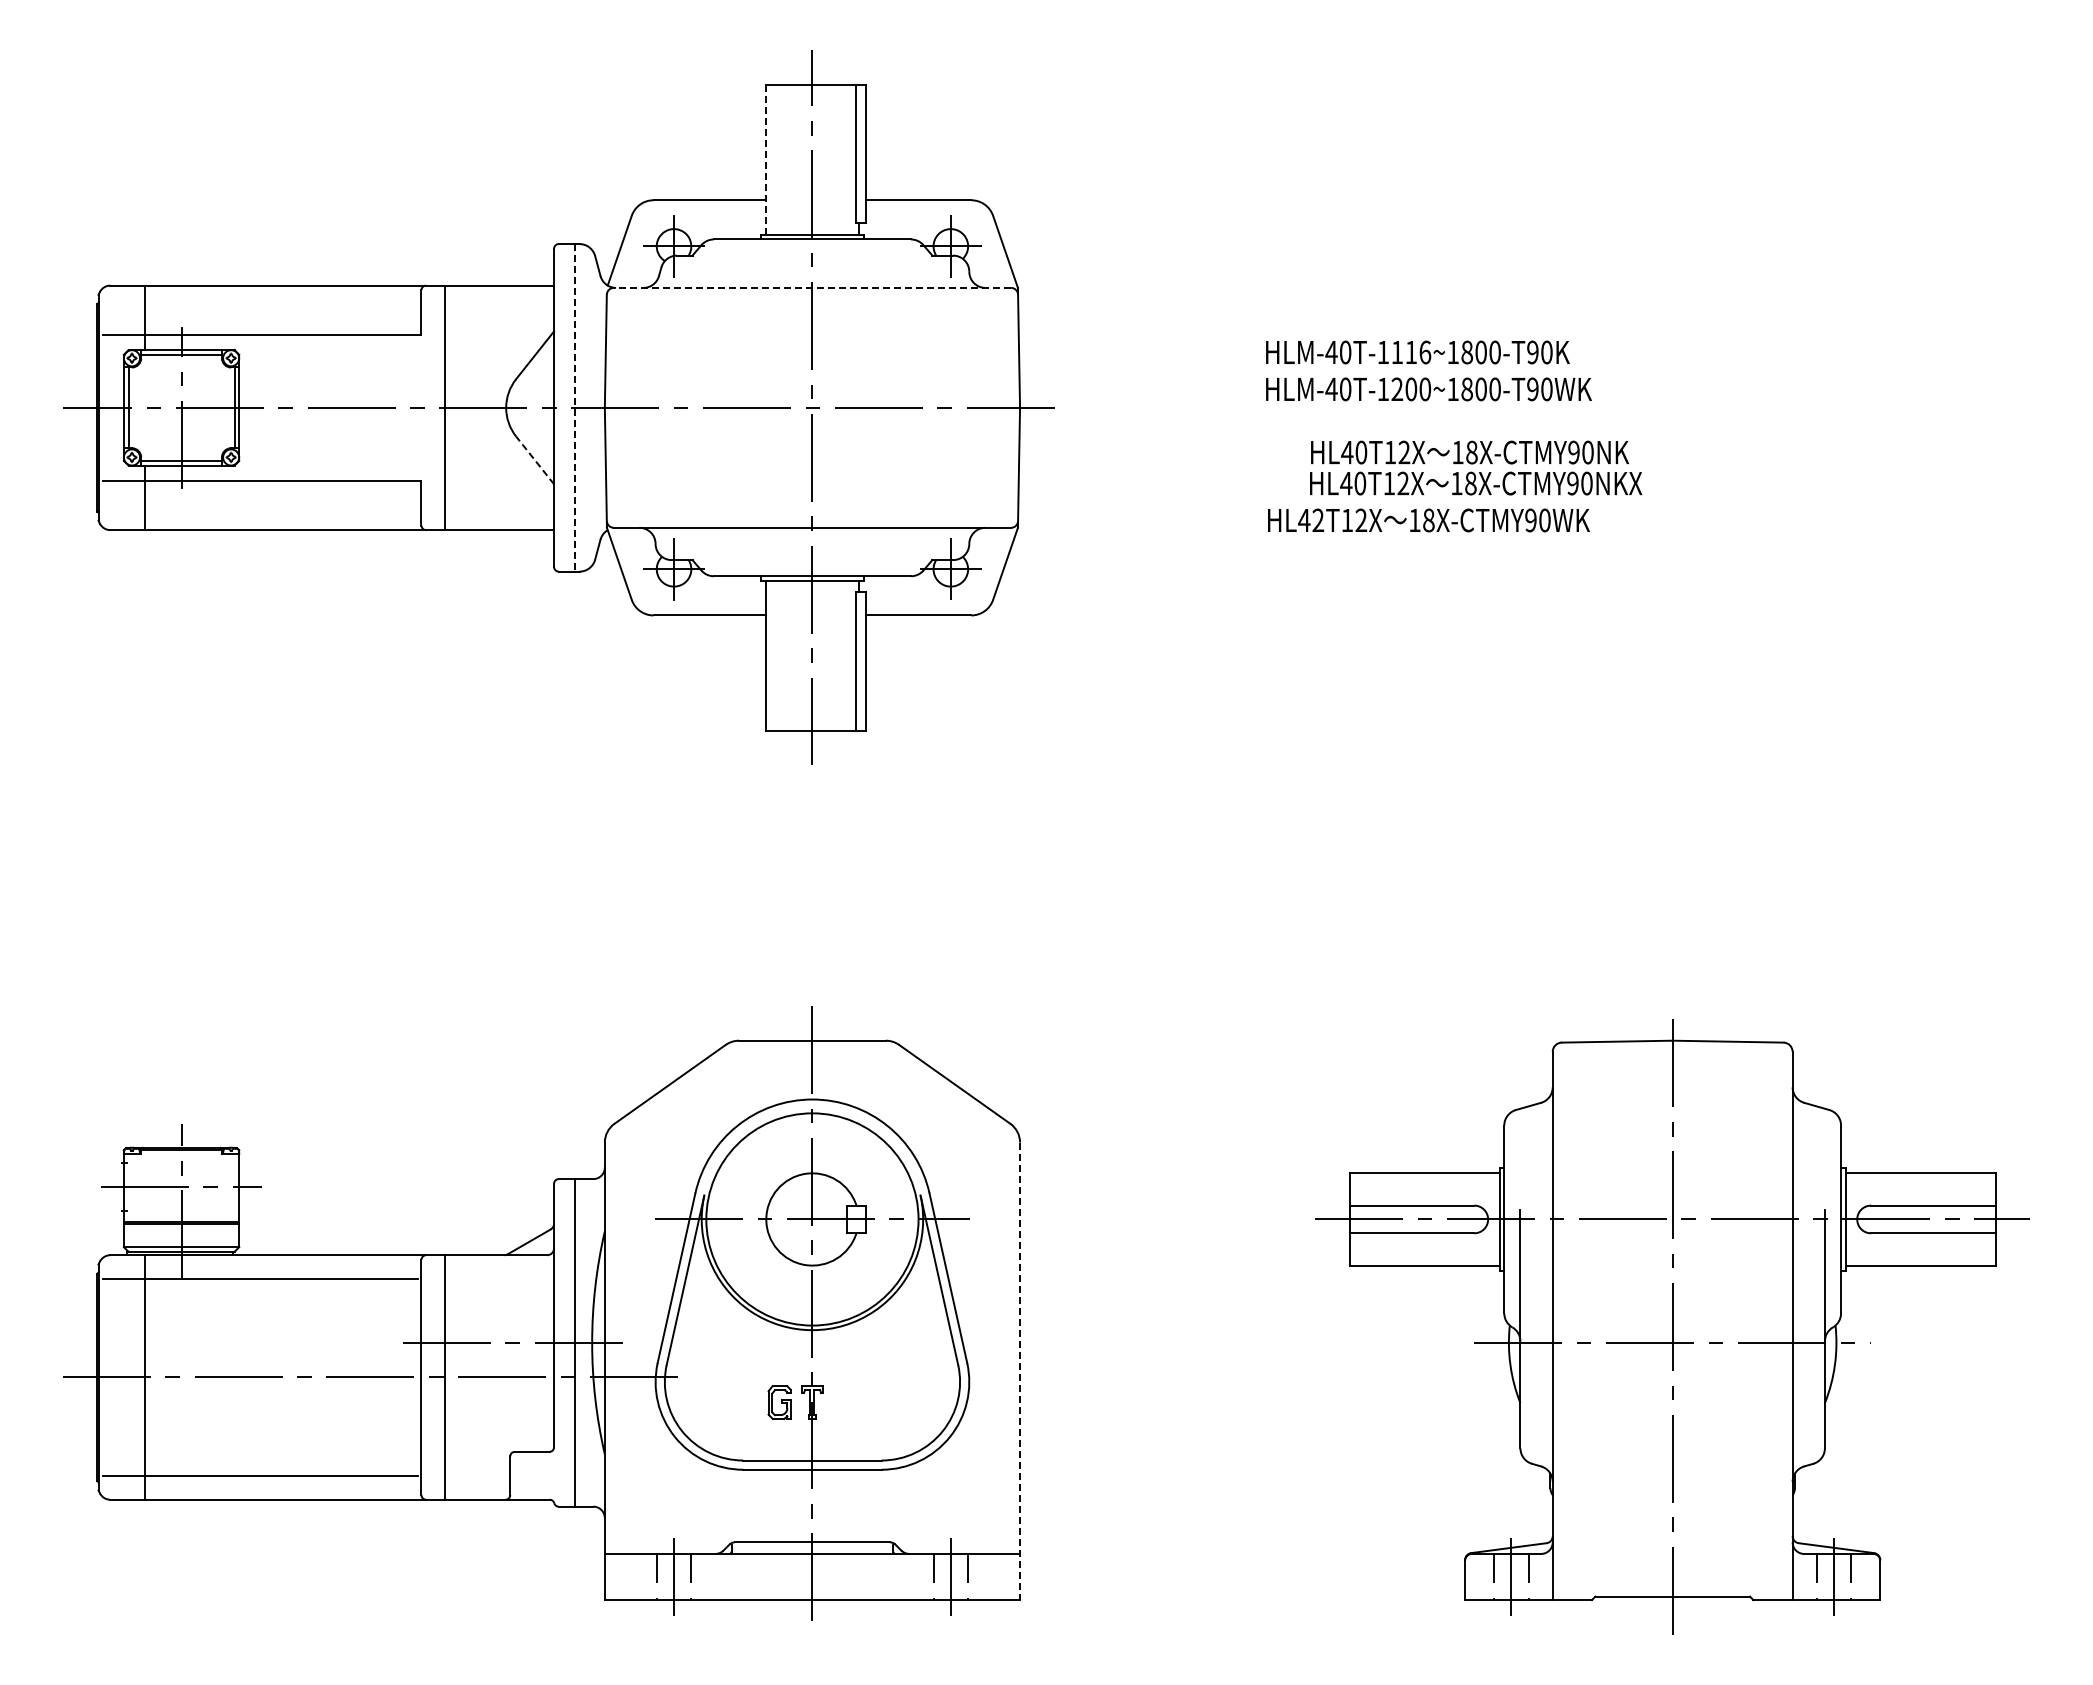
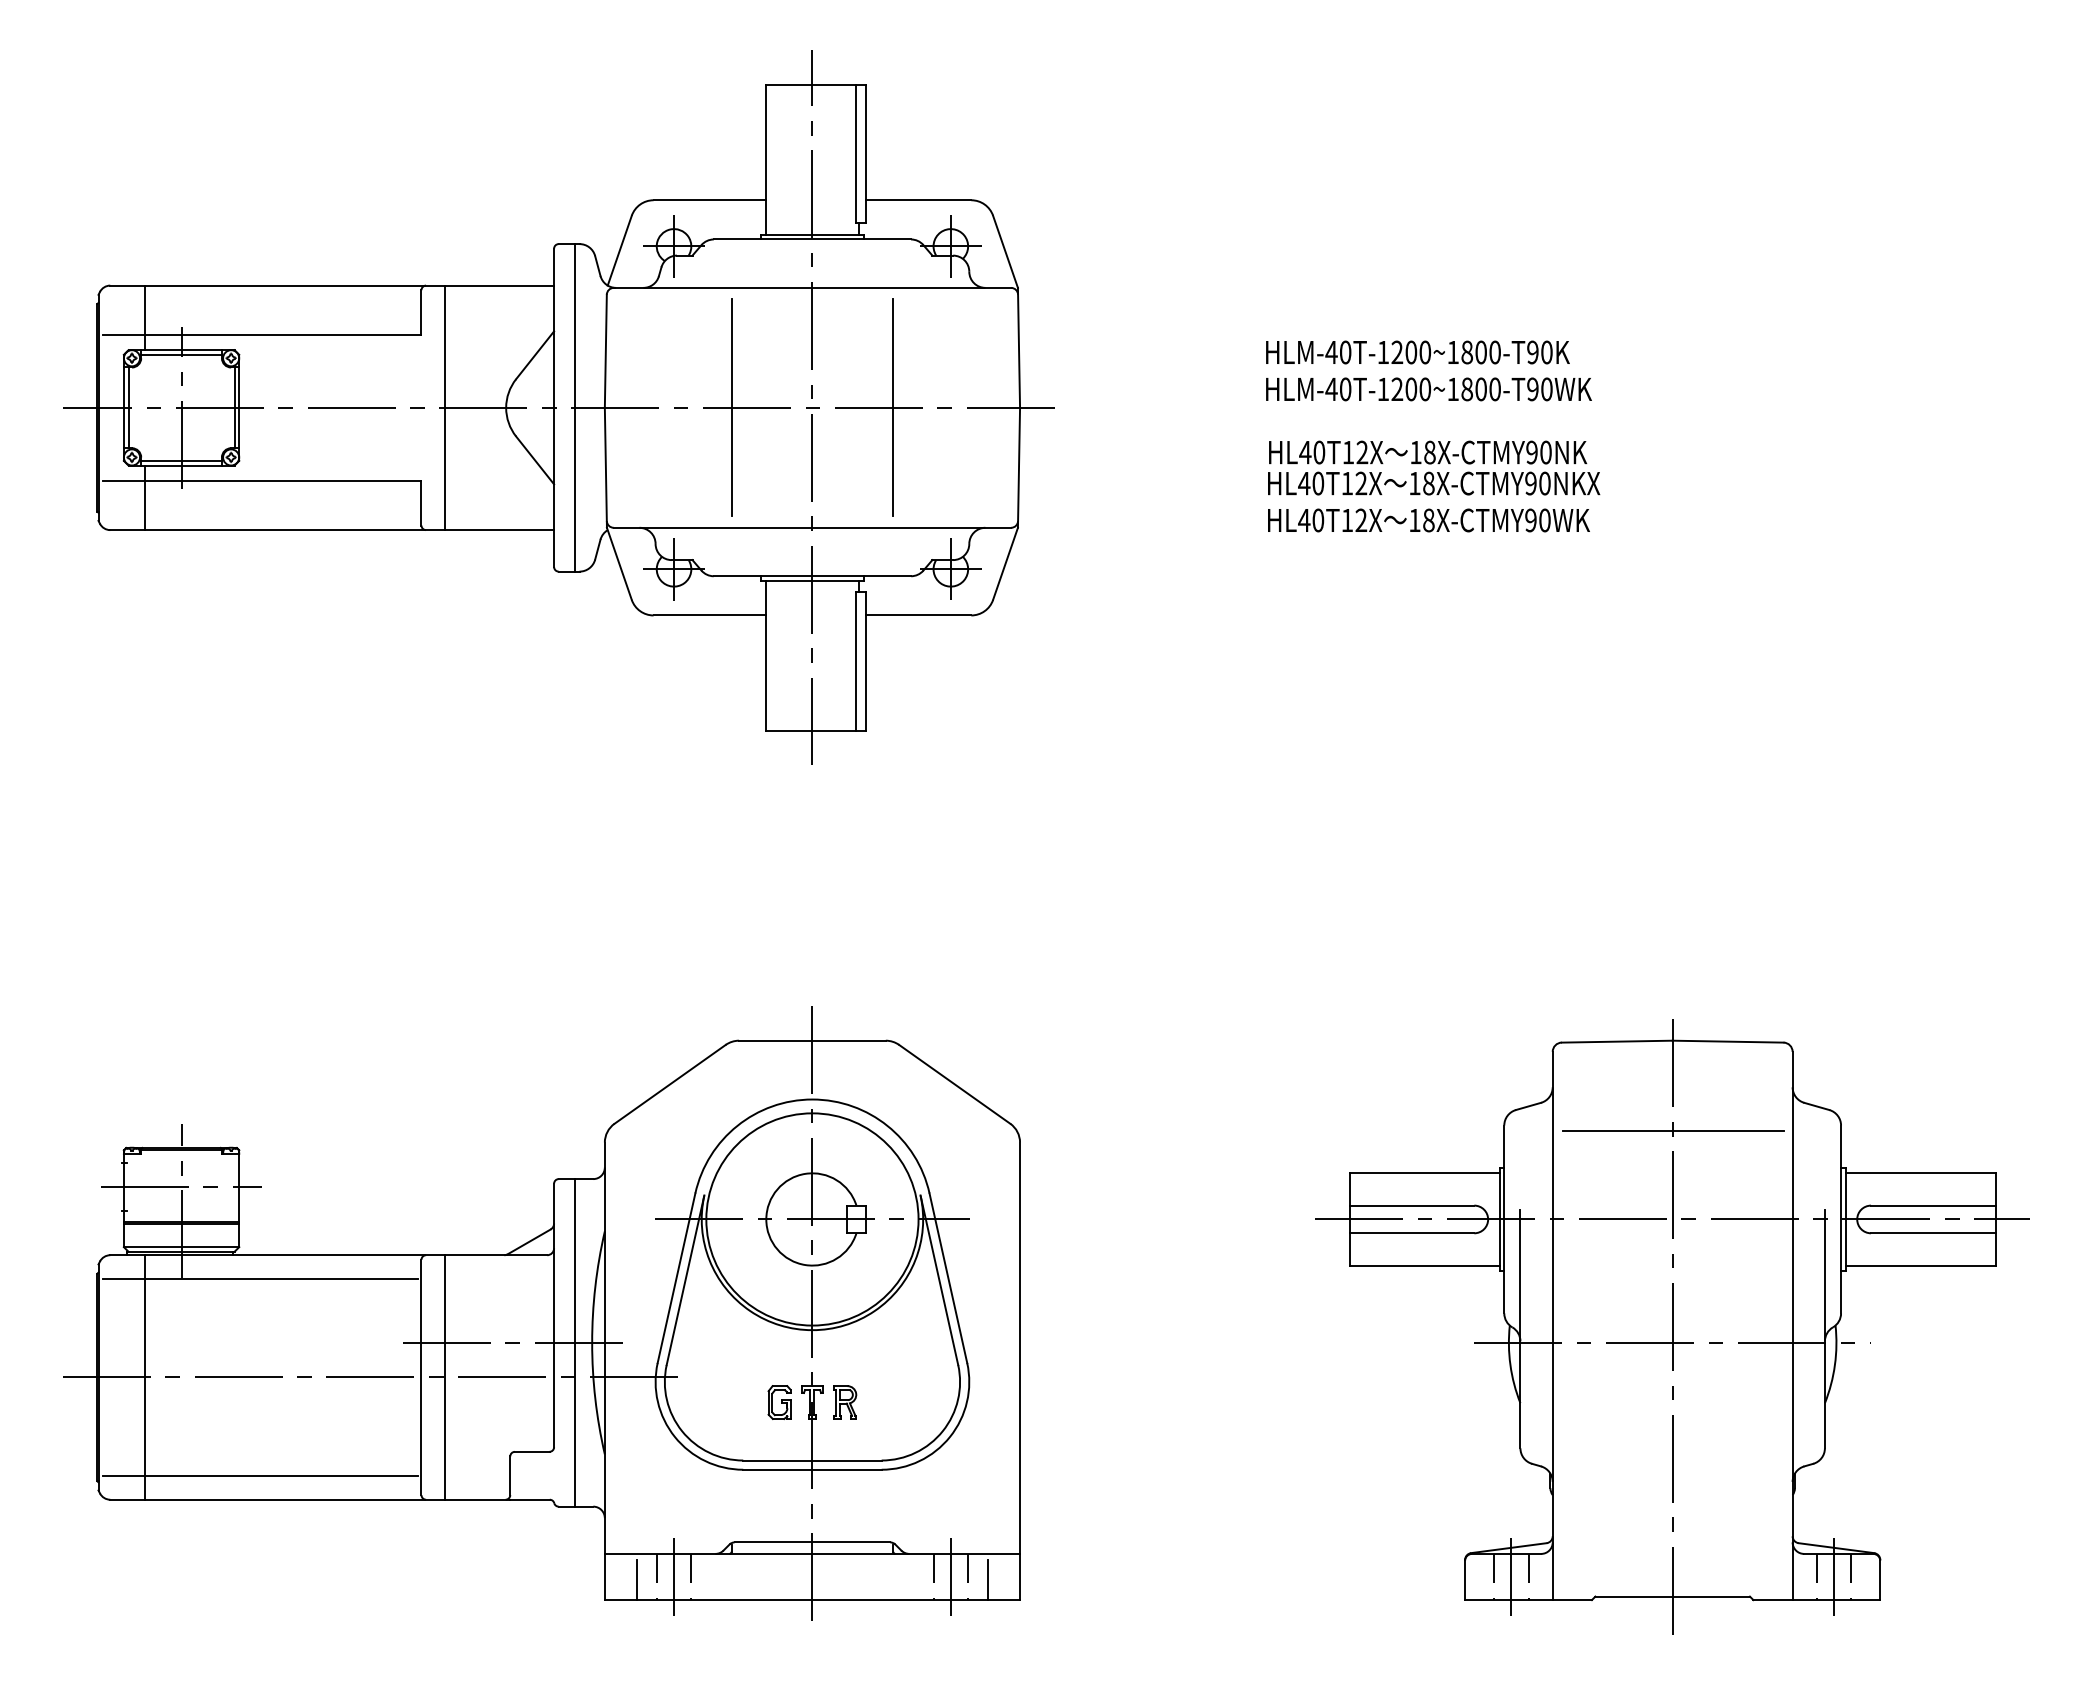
line at (766, 159): dashed -> solid
line at (812, 287): dashed -> solid
text at (1411, 352): HLM-40T-1116~1800-T90K -> HLM-40T-1200~1800-T90K
line at (574, 407): dashed -> solid
line at (731, 407): none -> present
line at (893, 407): none -> present
line at (535, 460): dashed -> solid
text at (1476, 467) position: (1476, 467) -> (1434, 467)
text at (1318, 520): HL42T12X -> HL40T12X
line at (1672, 1130): none -> present
line at (1020, 1371): dashed -> solid
part at (845, 1402): none -> present
line at (637, 1580): none -> present
line at (987, 1580): none -> present
